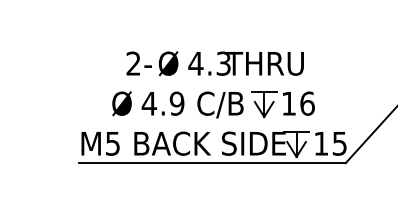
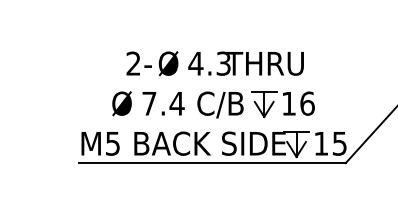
text at (162, 103): 4.9 -> 7.4
